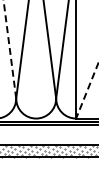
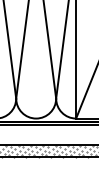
line at (9, 49): dashed -> solid
line at (87, 90): dashed -> solid
